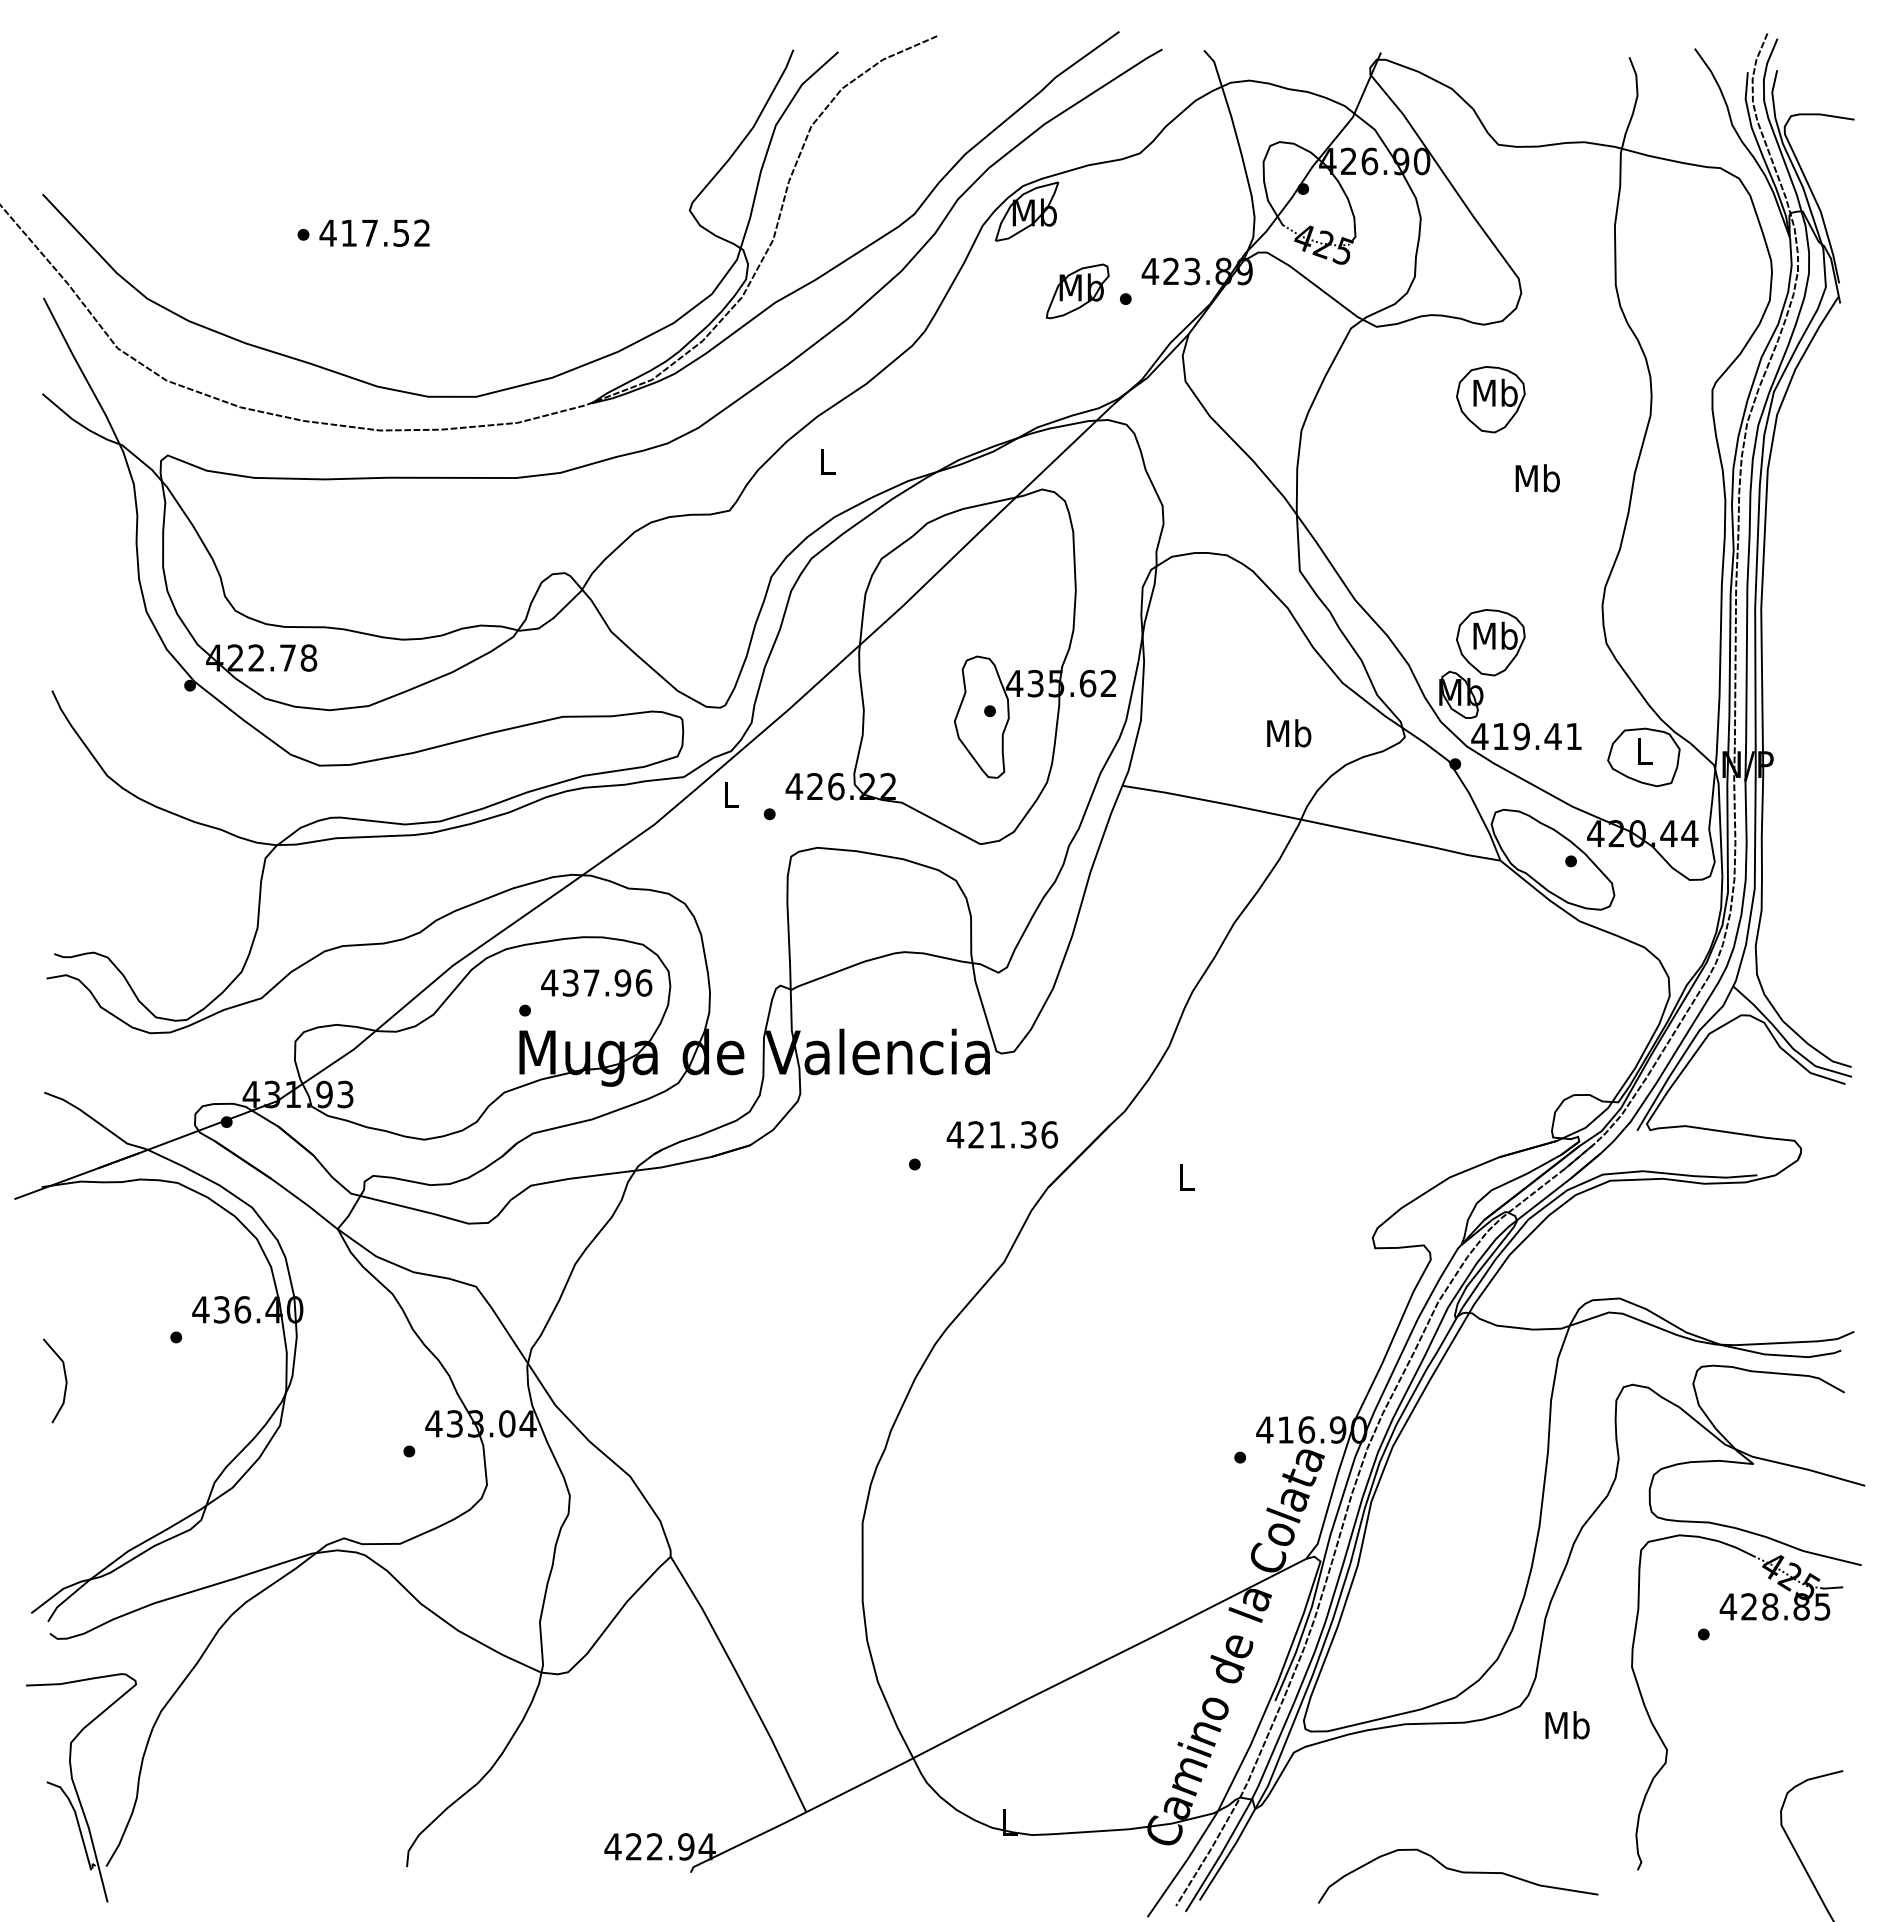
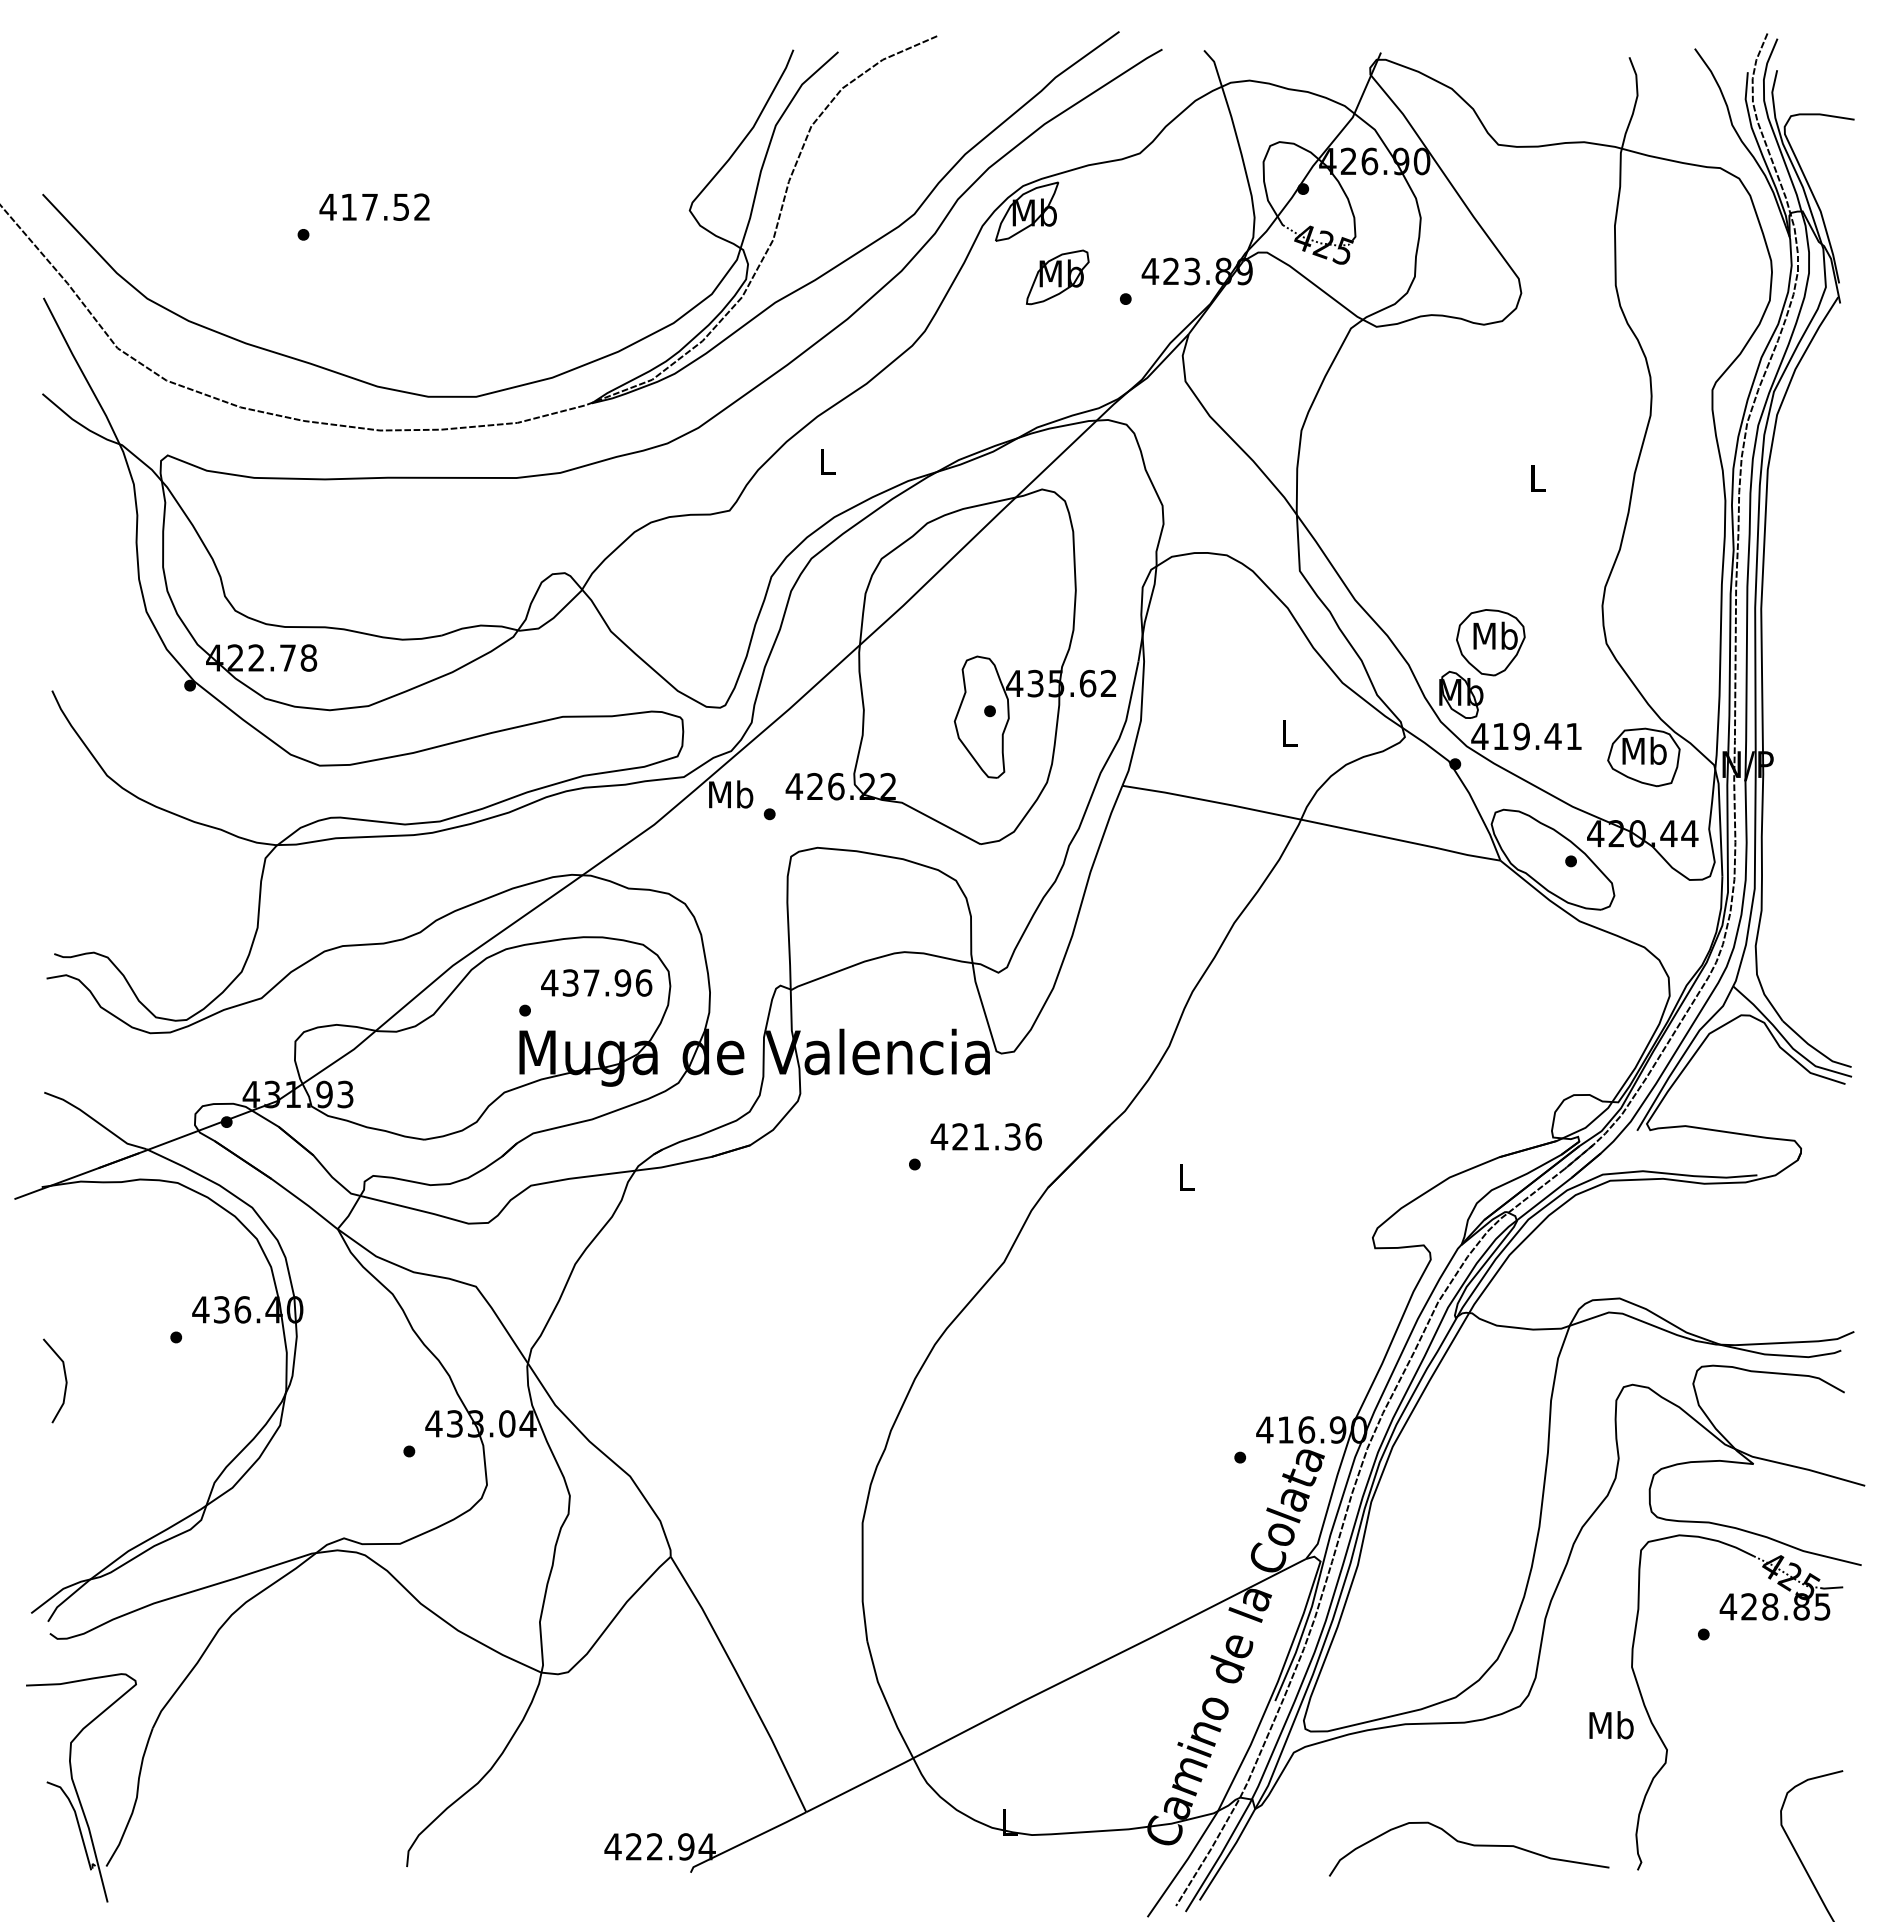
text at (374, 232) position: (374, 232) -> (374, 206)
part at (1077, 291) position: (1077, 291) -> (1057, 277)
part at (1490, 399): present -> none
text at (1537, 478): Mb -> L
text at (1289, 733): Mb -> L
text at (1644, 750): L -> Mb
text at (731, 794): L -> Mb
text at (1001, 1134) position: (1001, 1134) -> (985, 1136)
text at (1567, 1725) position: (1567, 1725) -> (1611, 1725)
curve at (1458, 1872) position: (1458, 1872) -> (1469, 1845)
